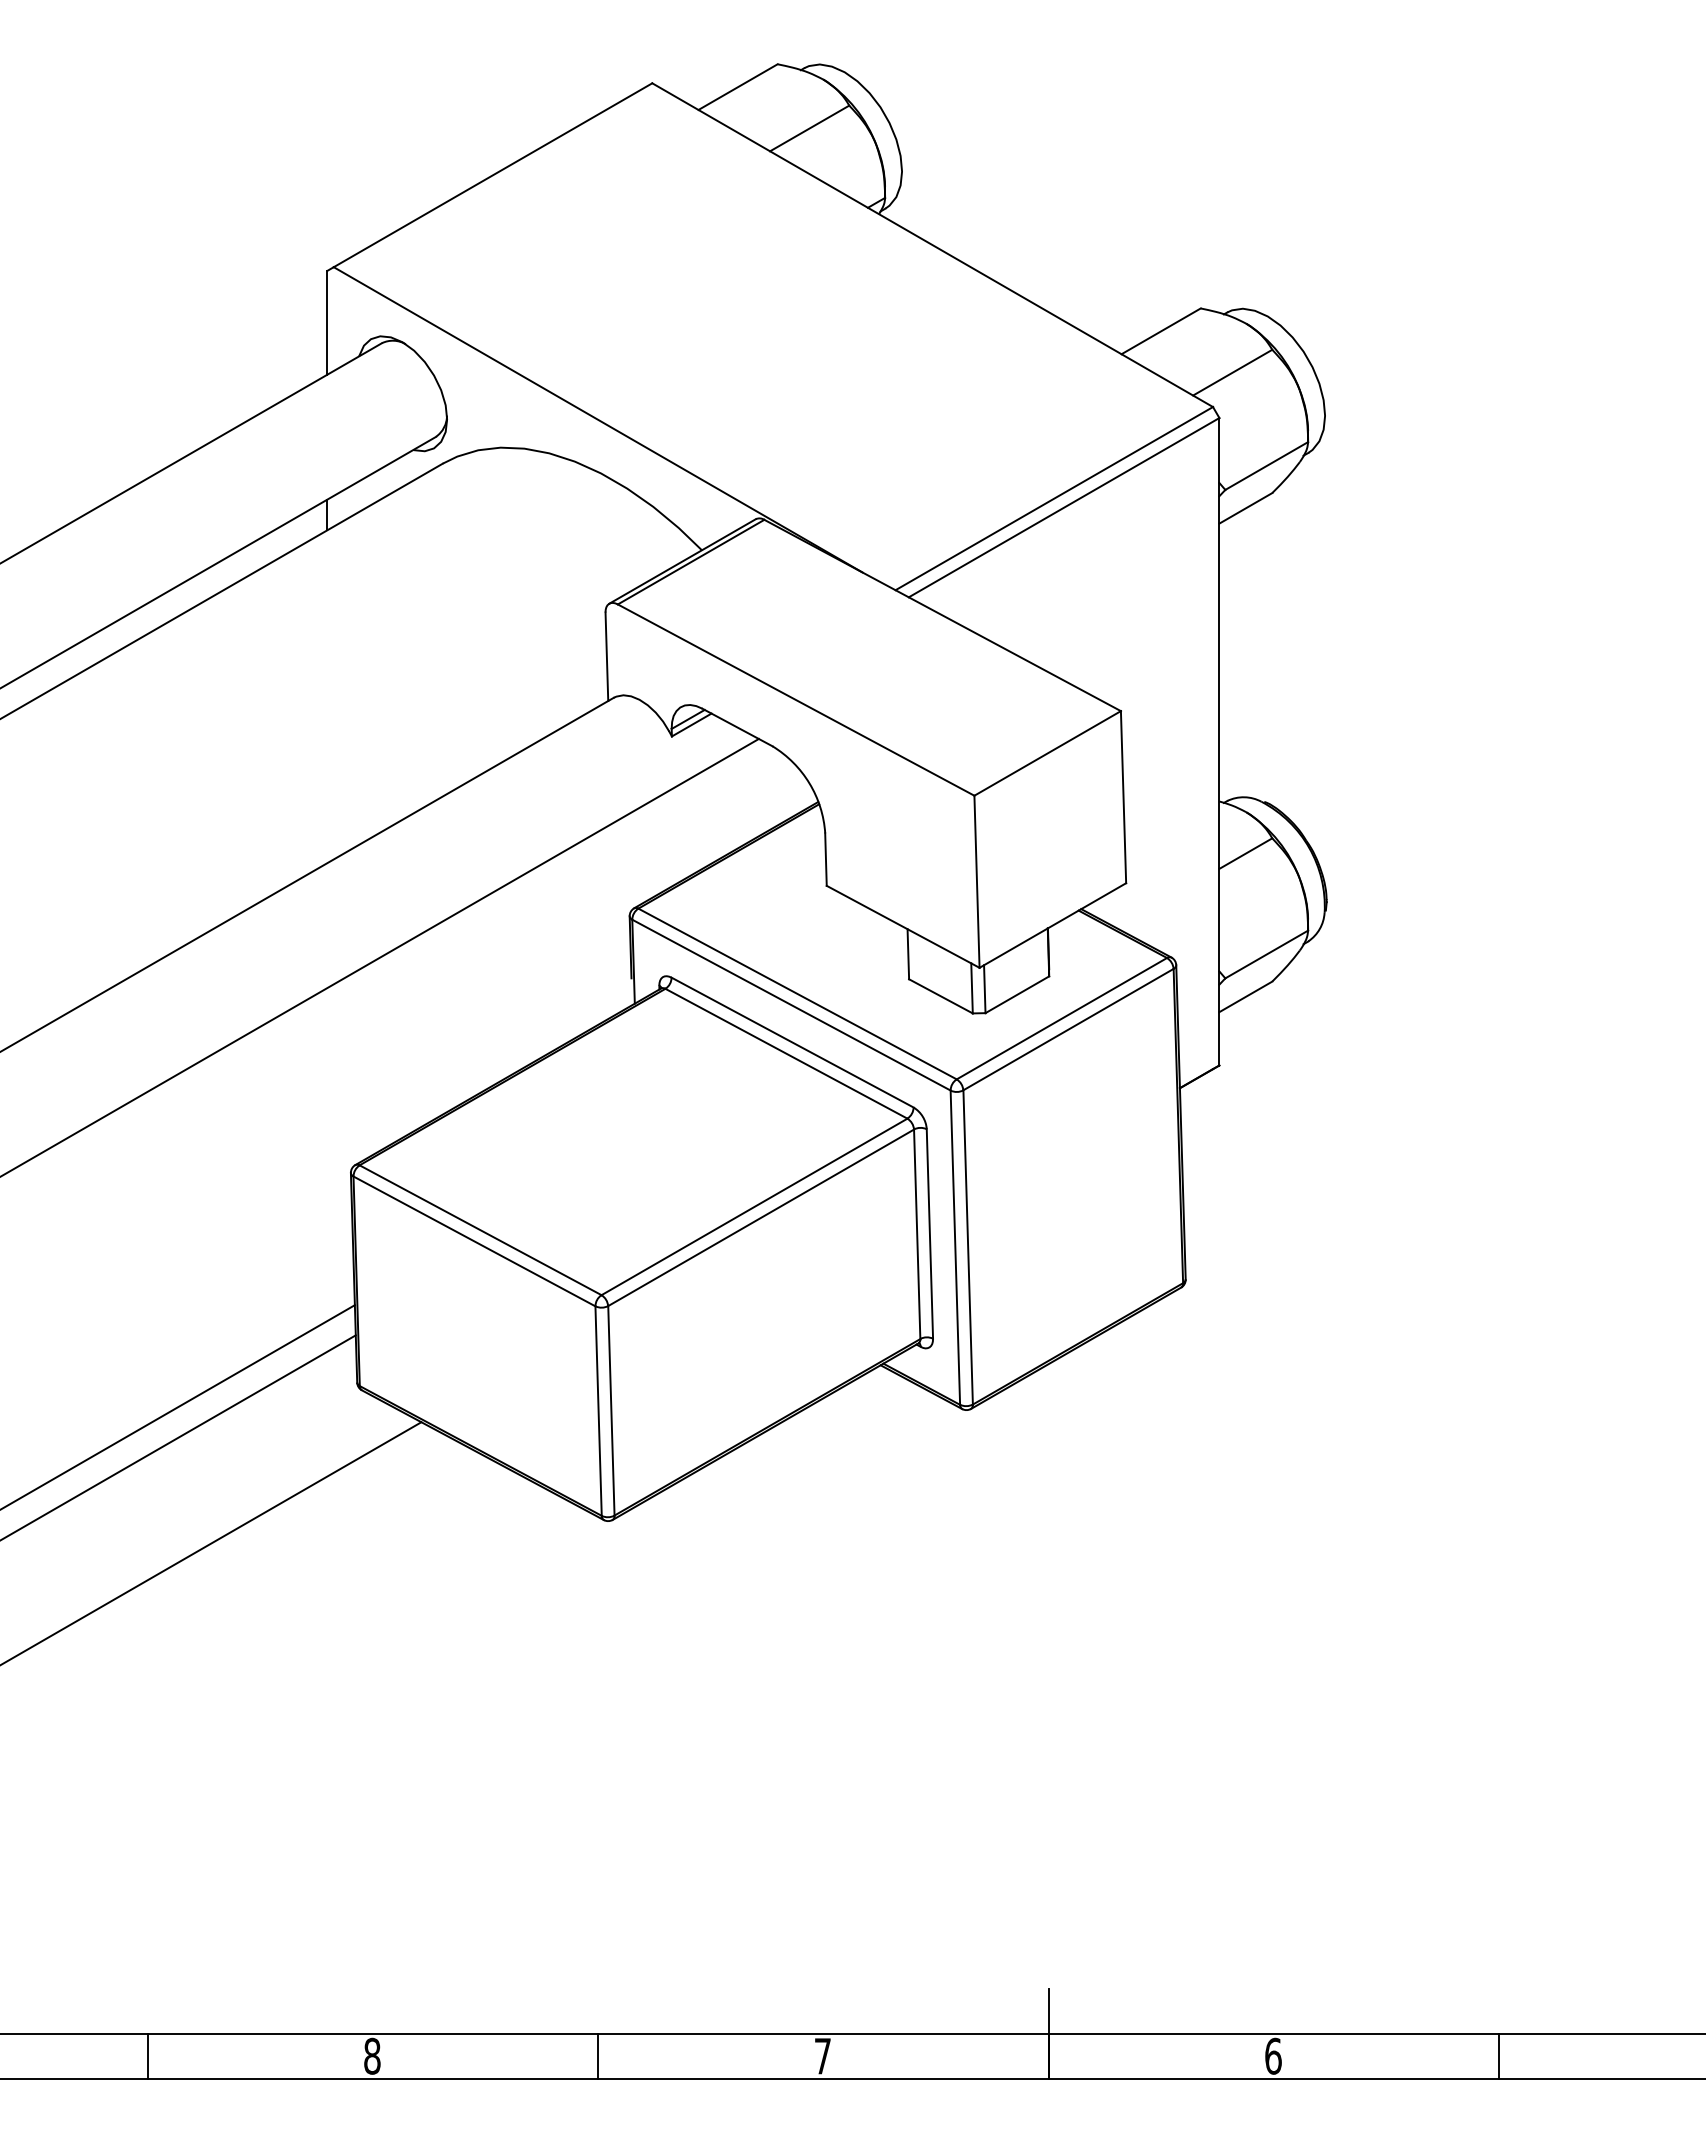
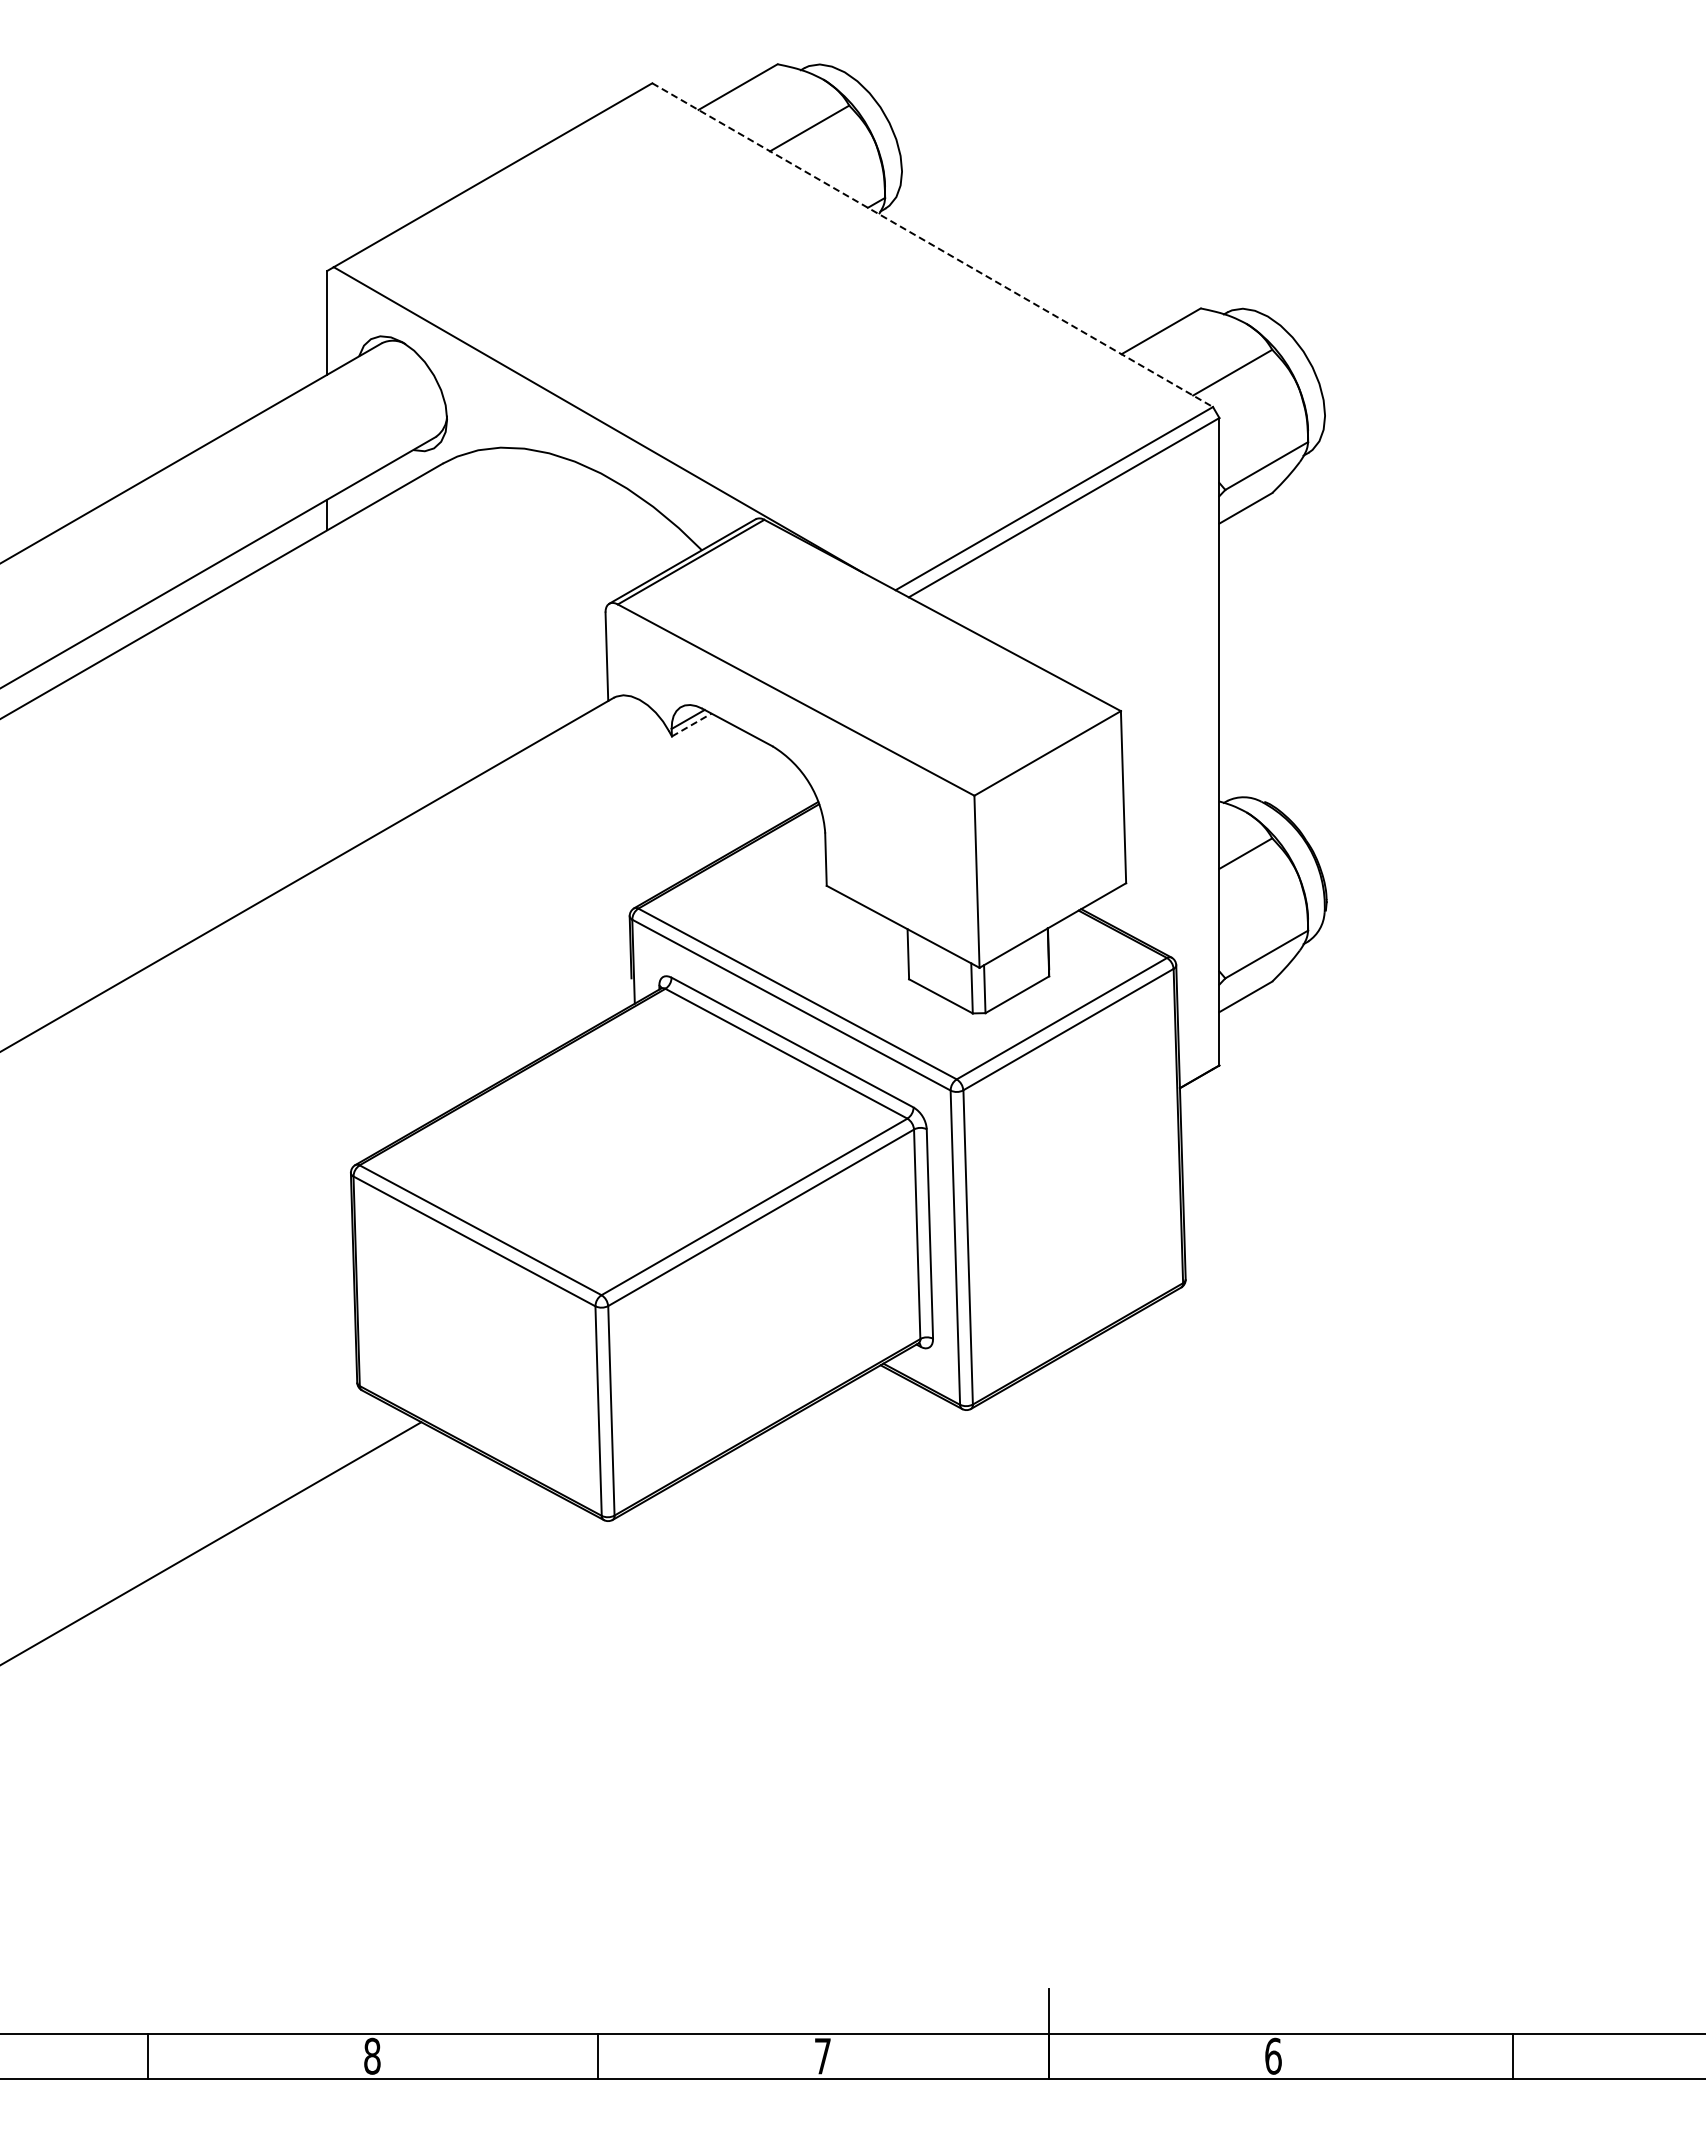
line at (932, 245): solid -> dashed
line at (691, 725): solid -> dashed
line at (380, 956): present -> none
line at (178, 1406): present -> none
line at (178, 1437): present -> none
line at (1499, 2055) position: (1499, 2055) -> (1513, 2055)
